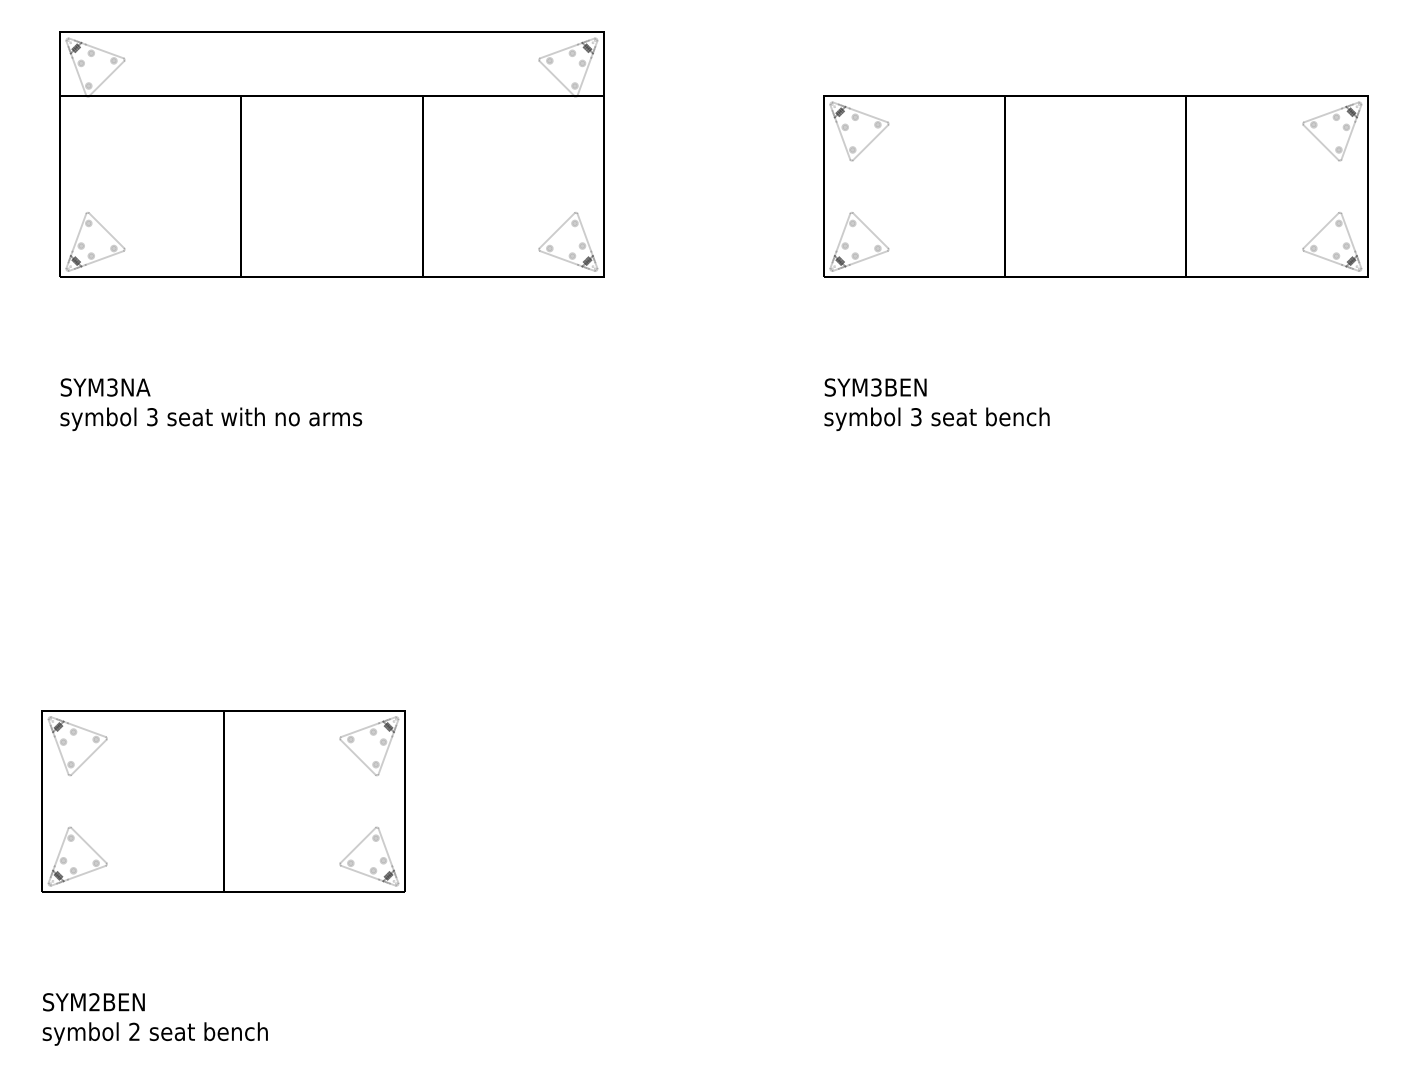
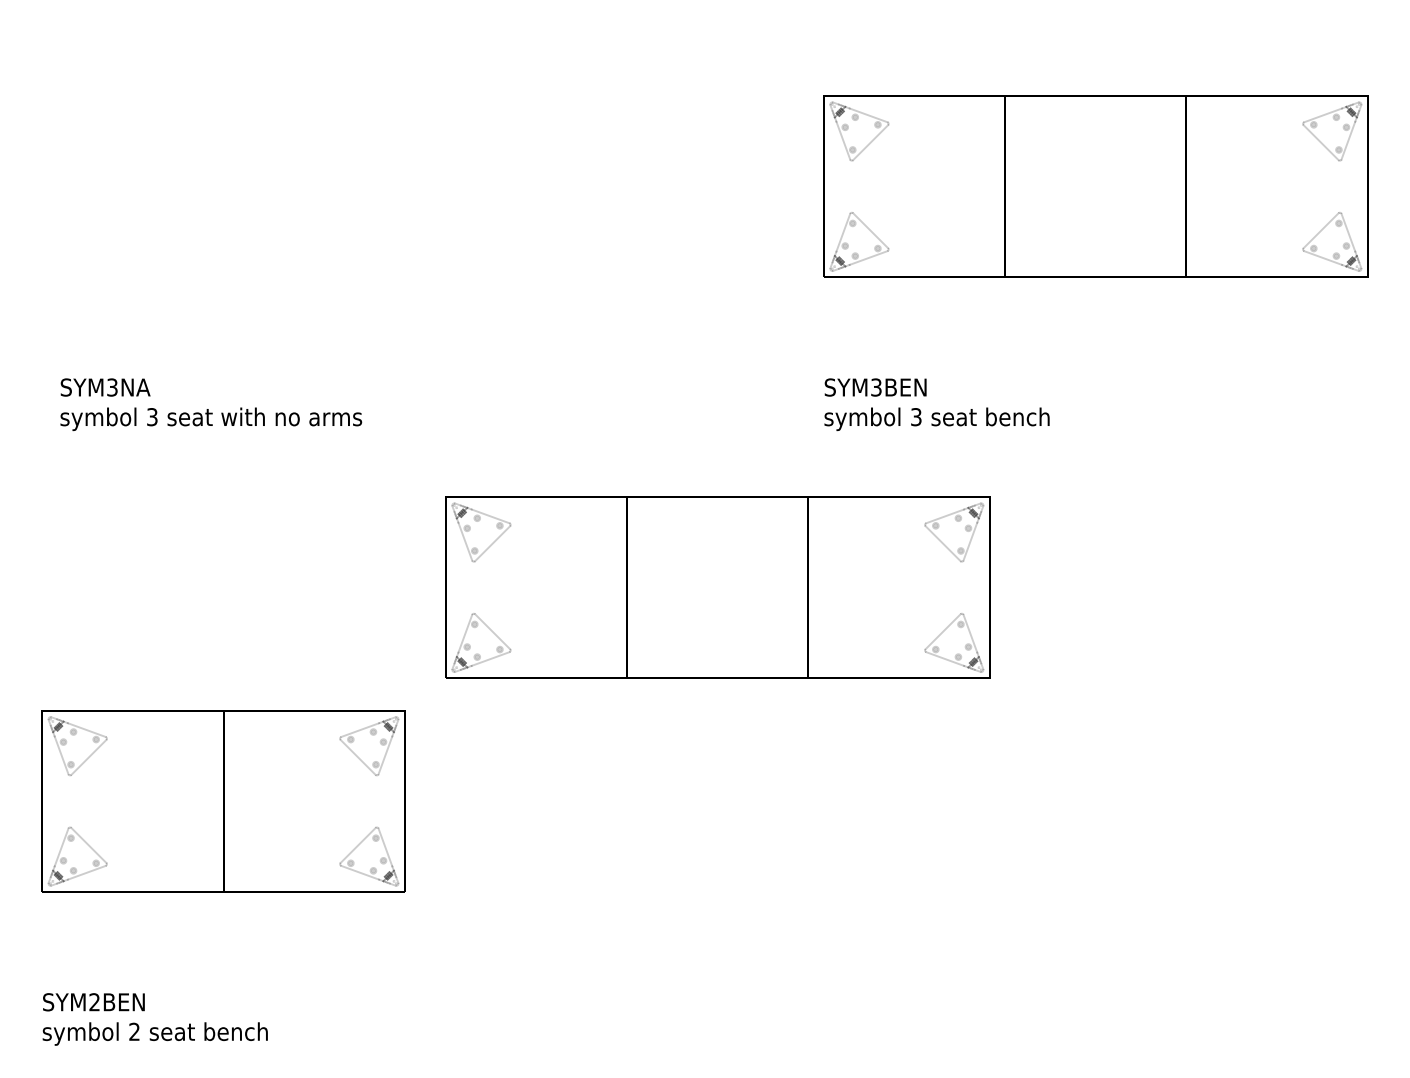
part at (331, 154): present -> none
part at (717, 587): none -> present
